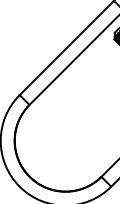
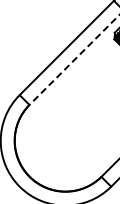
line at (74, 59): solid -> dashed
